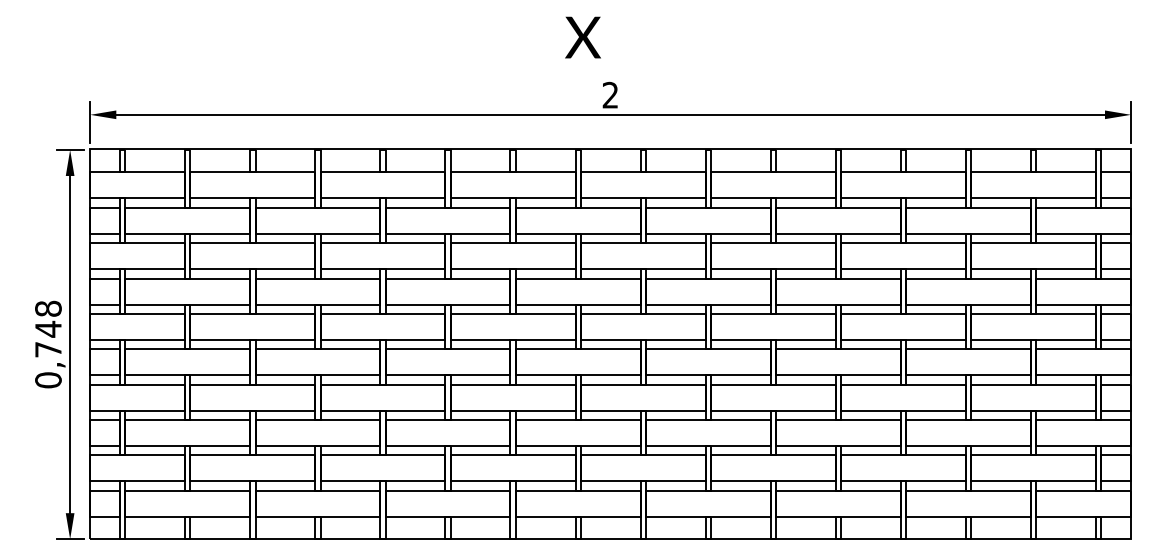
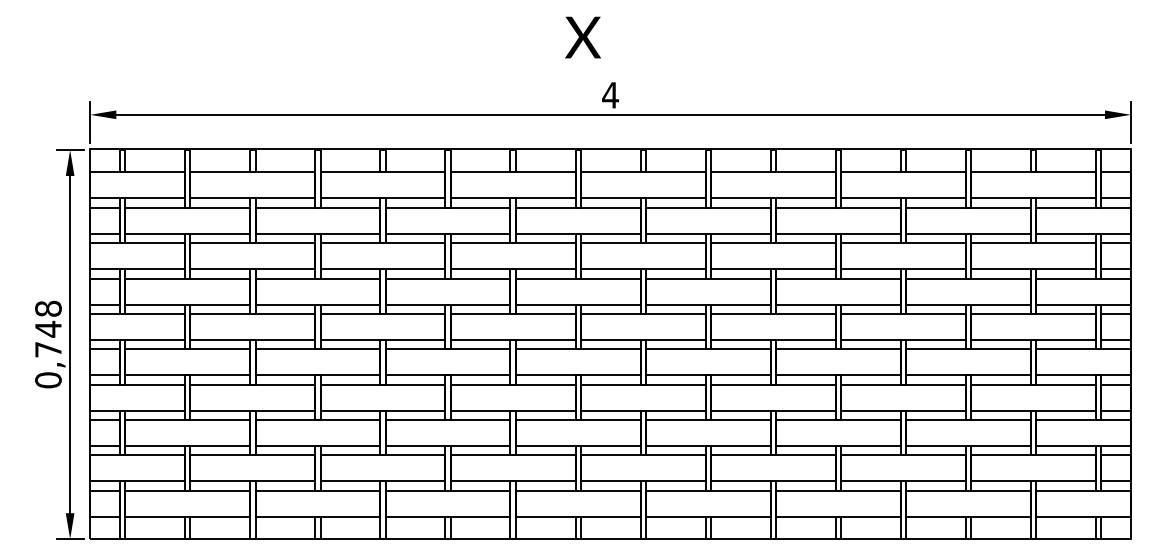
text at (610, 94): 2 -> 4
